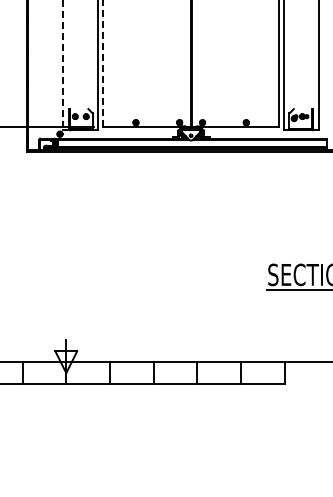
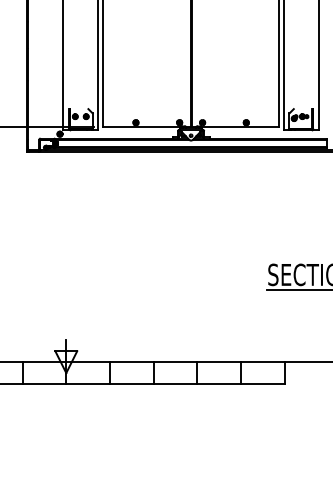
line at (103, 63): dashed -> solid
line at (63, 65): dashed -> solid
